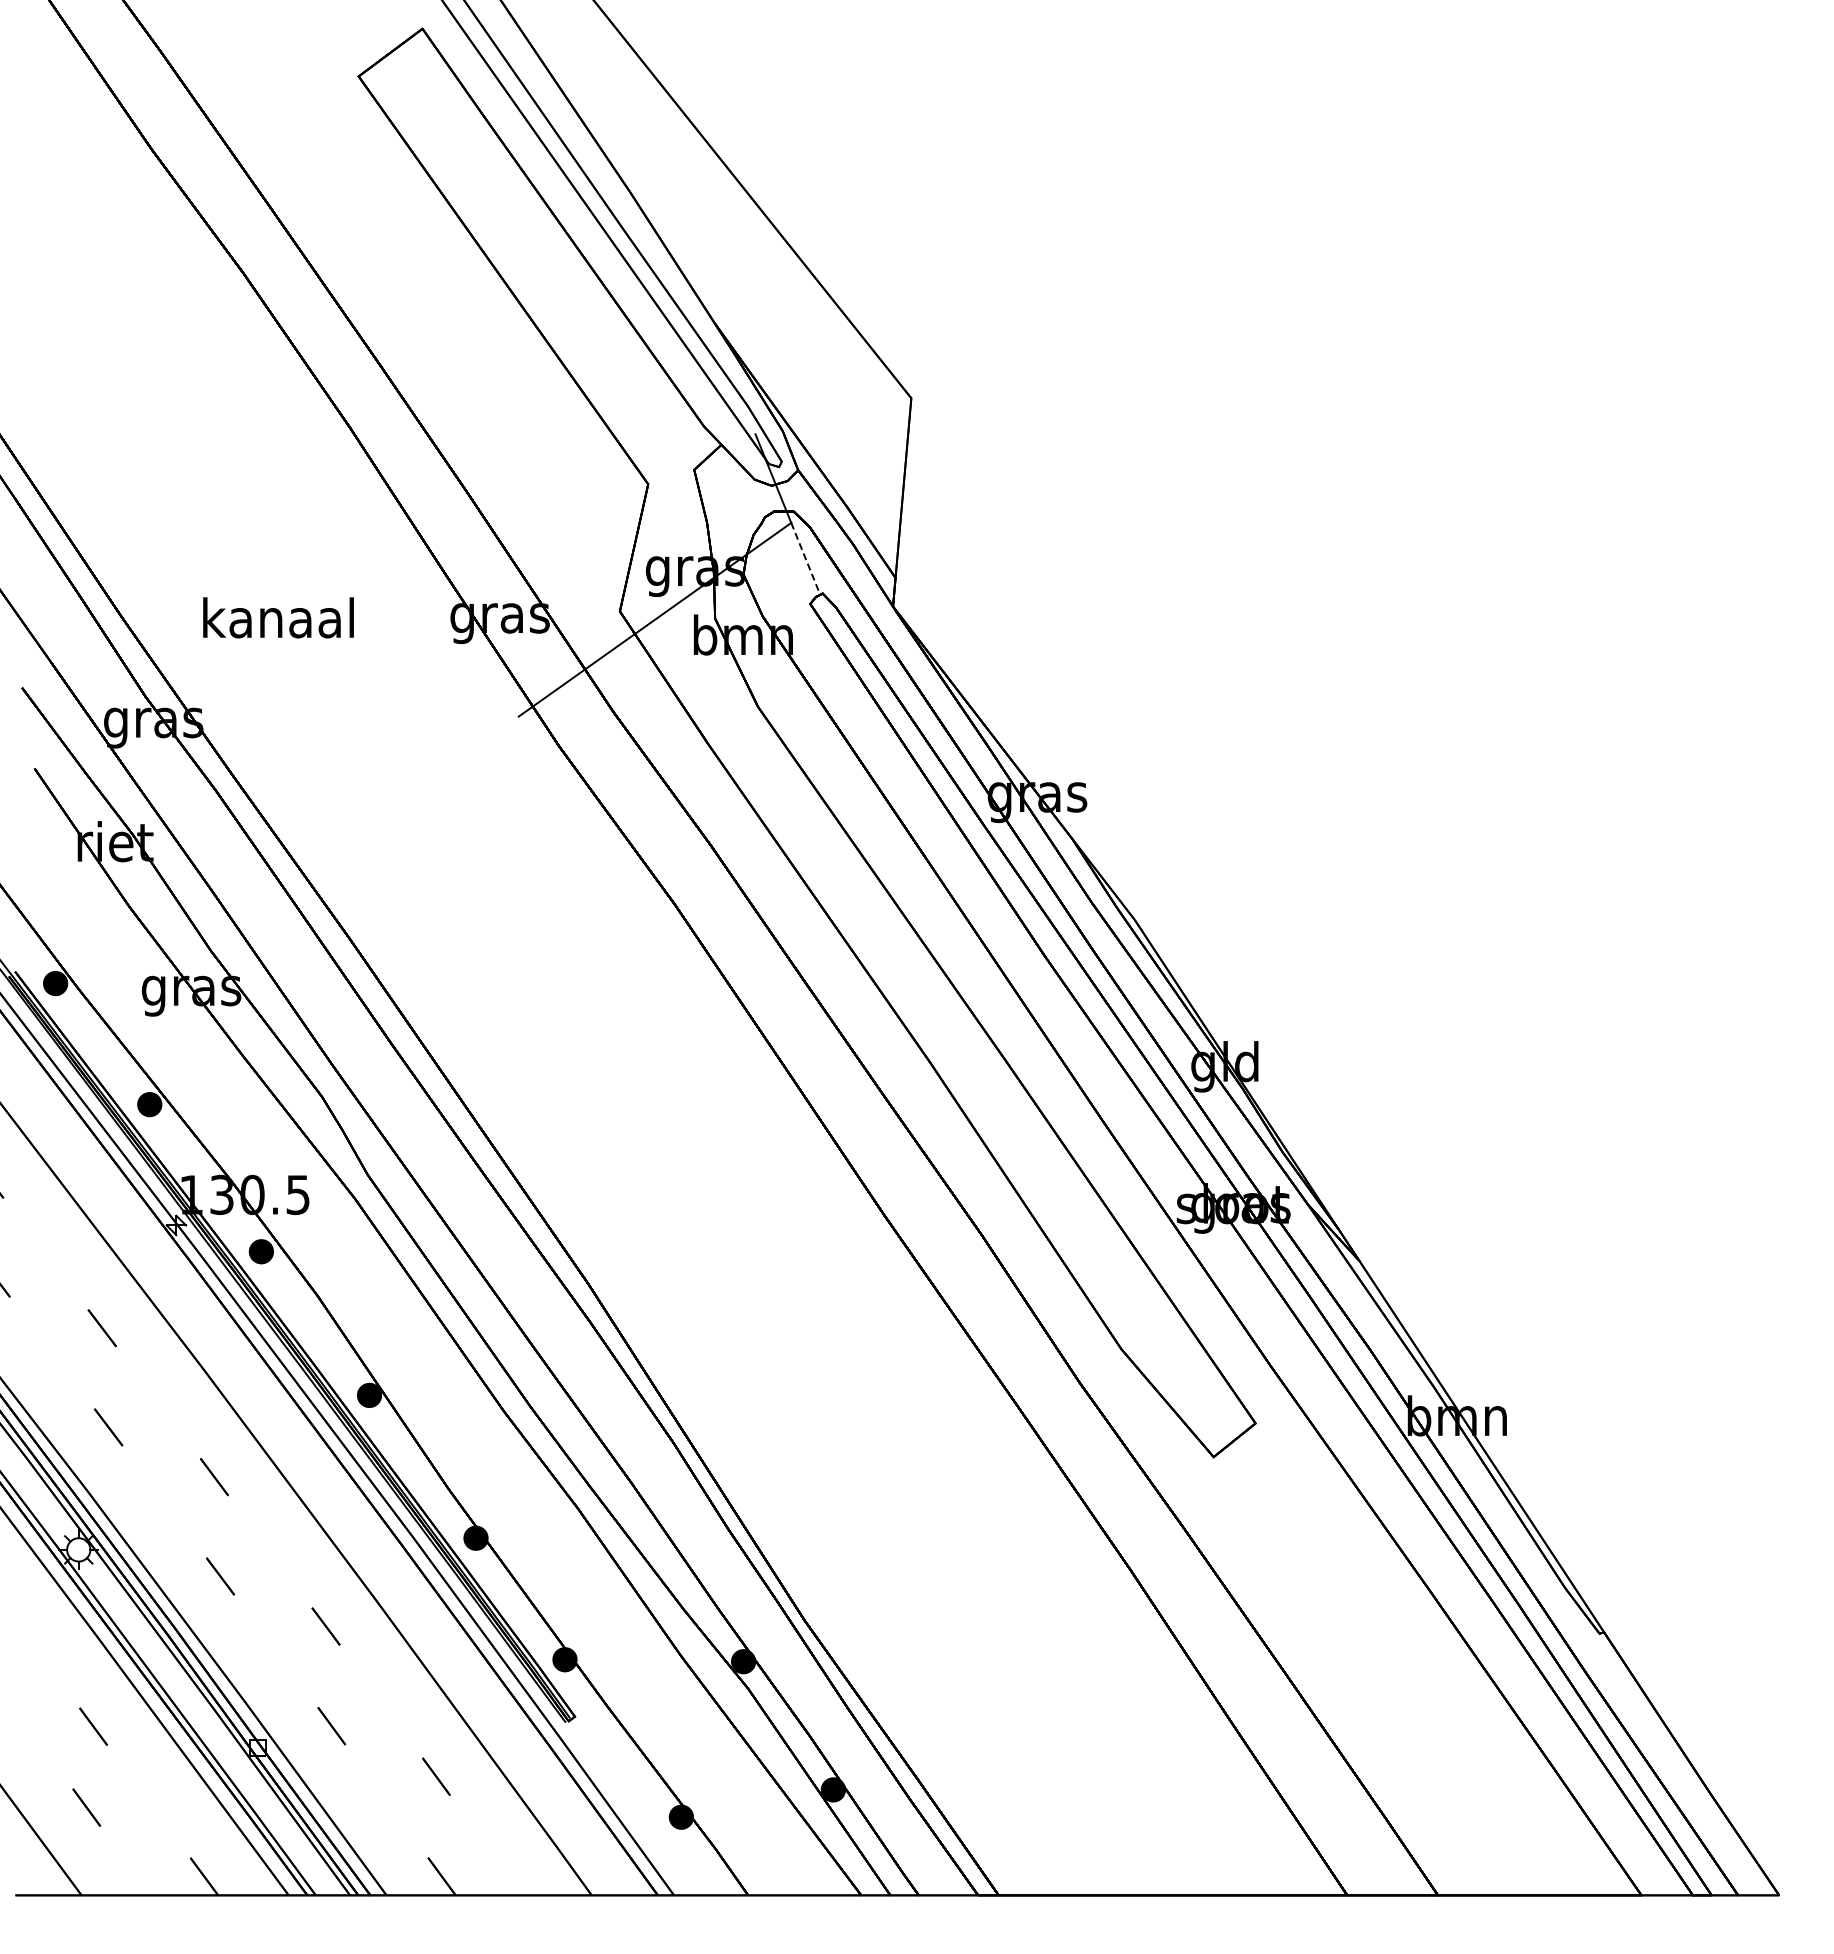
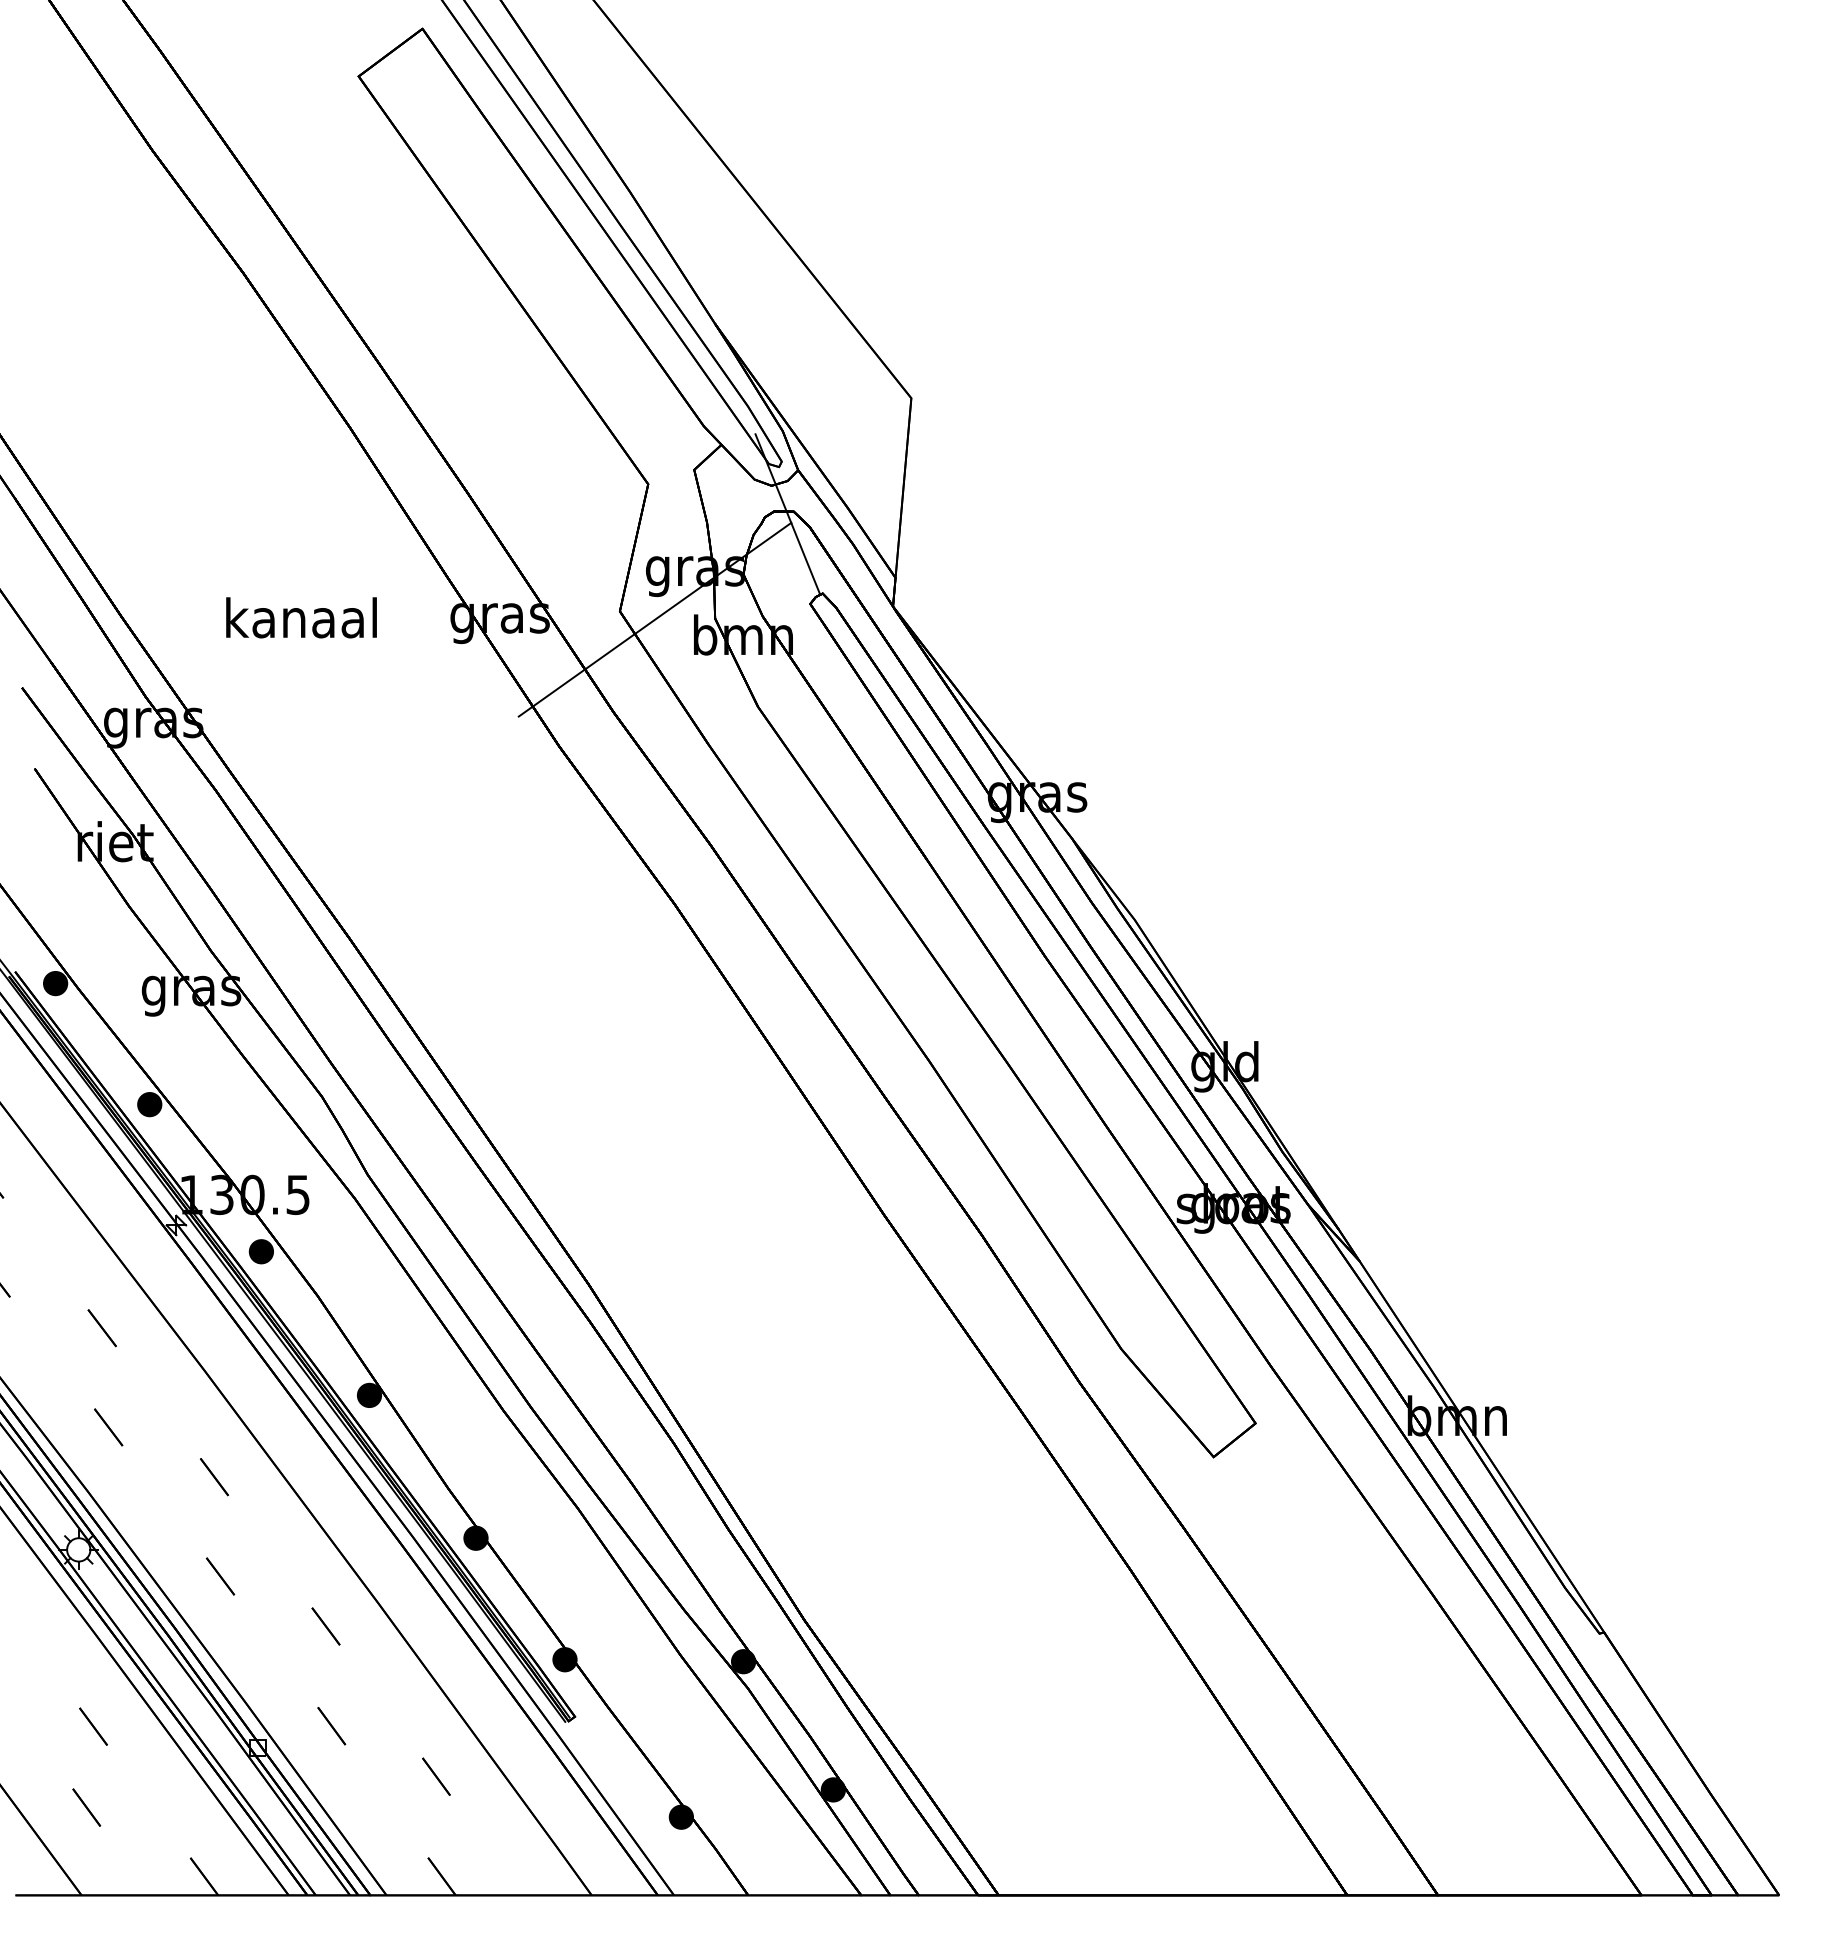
line at (805, 558): dashed -> solid
text at (278, 617) position: (278, 617) -> (301, 617)
